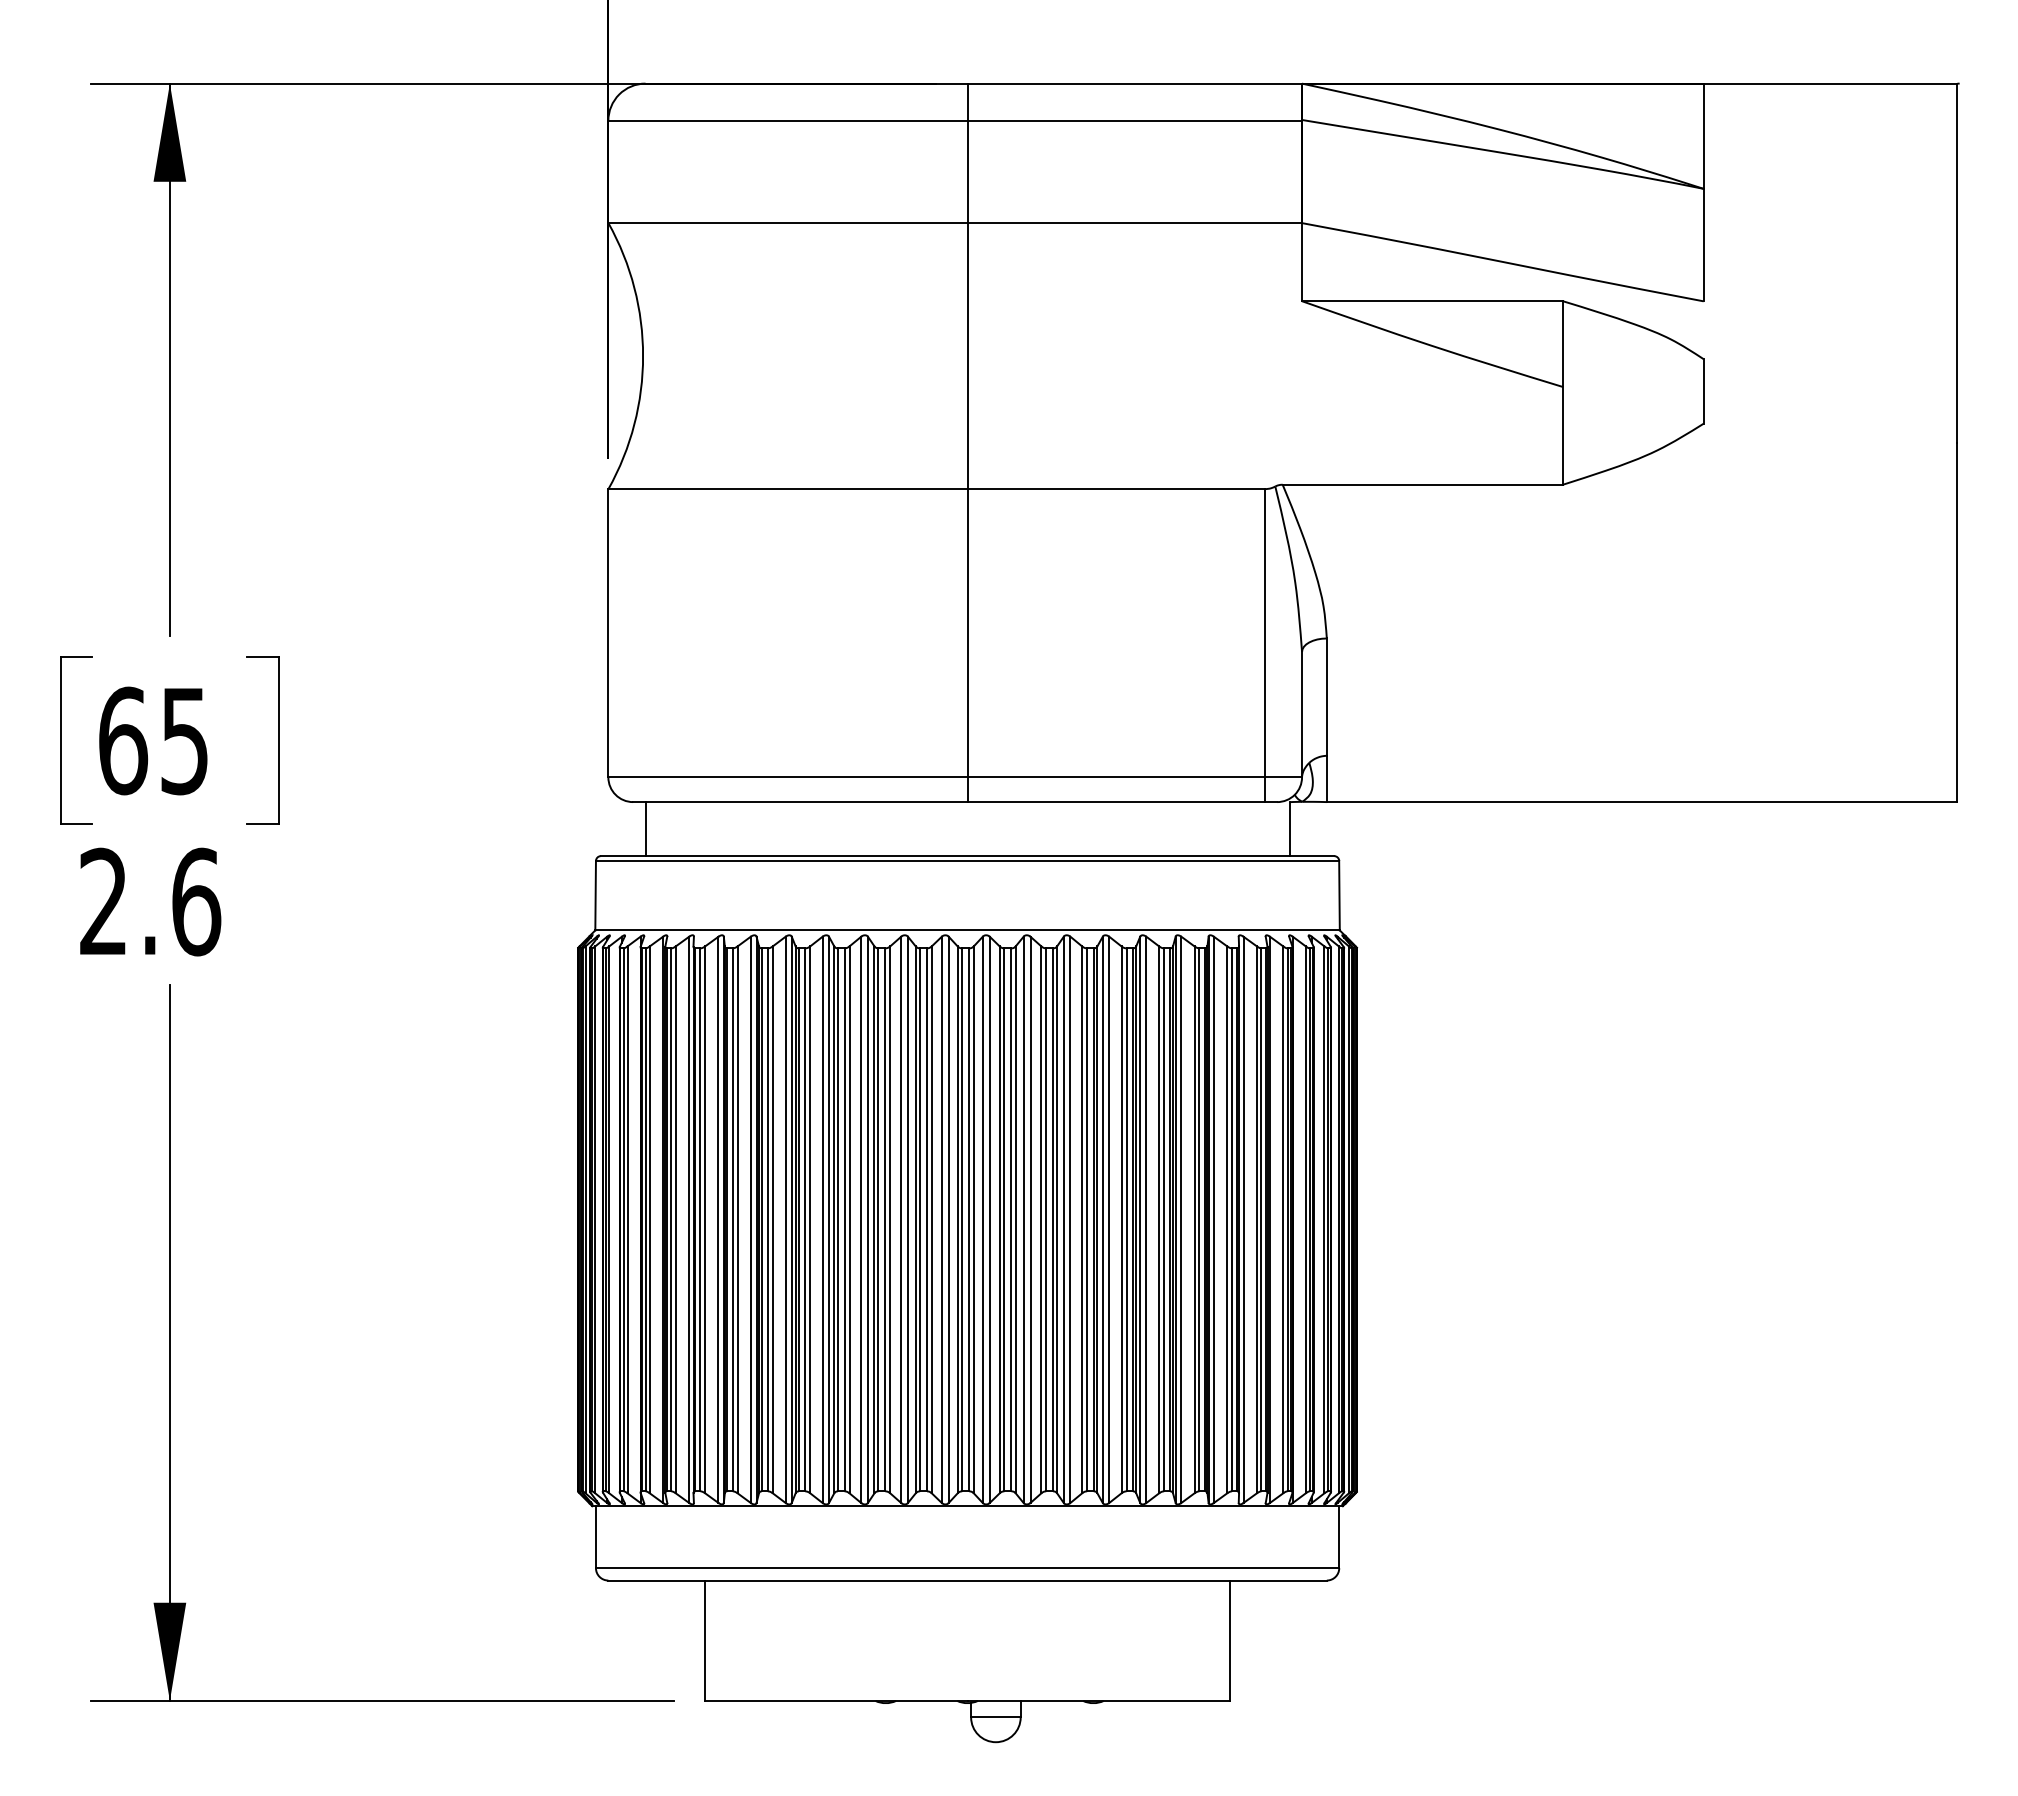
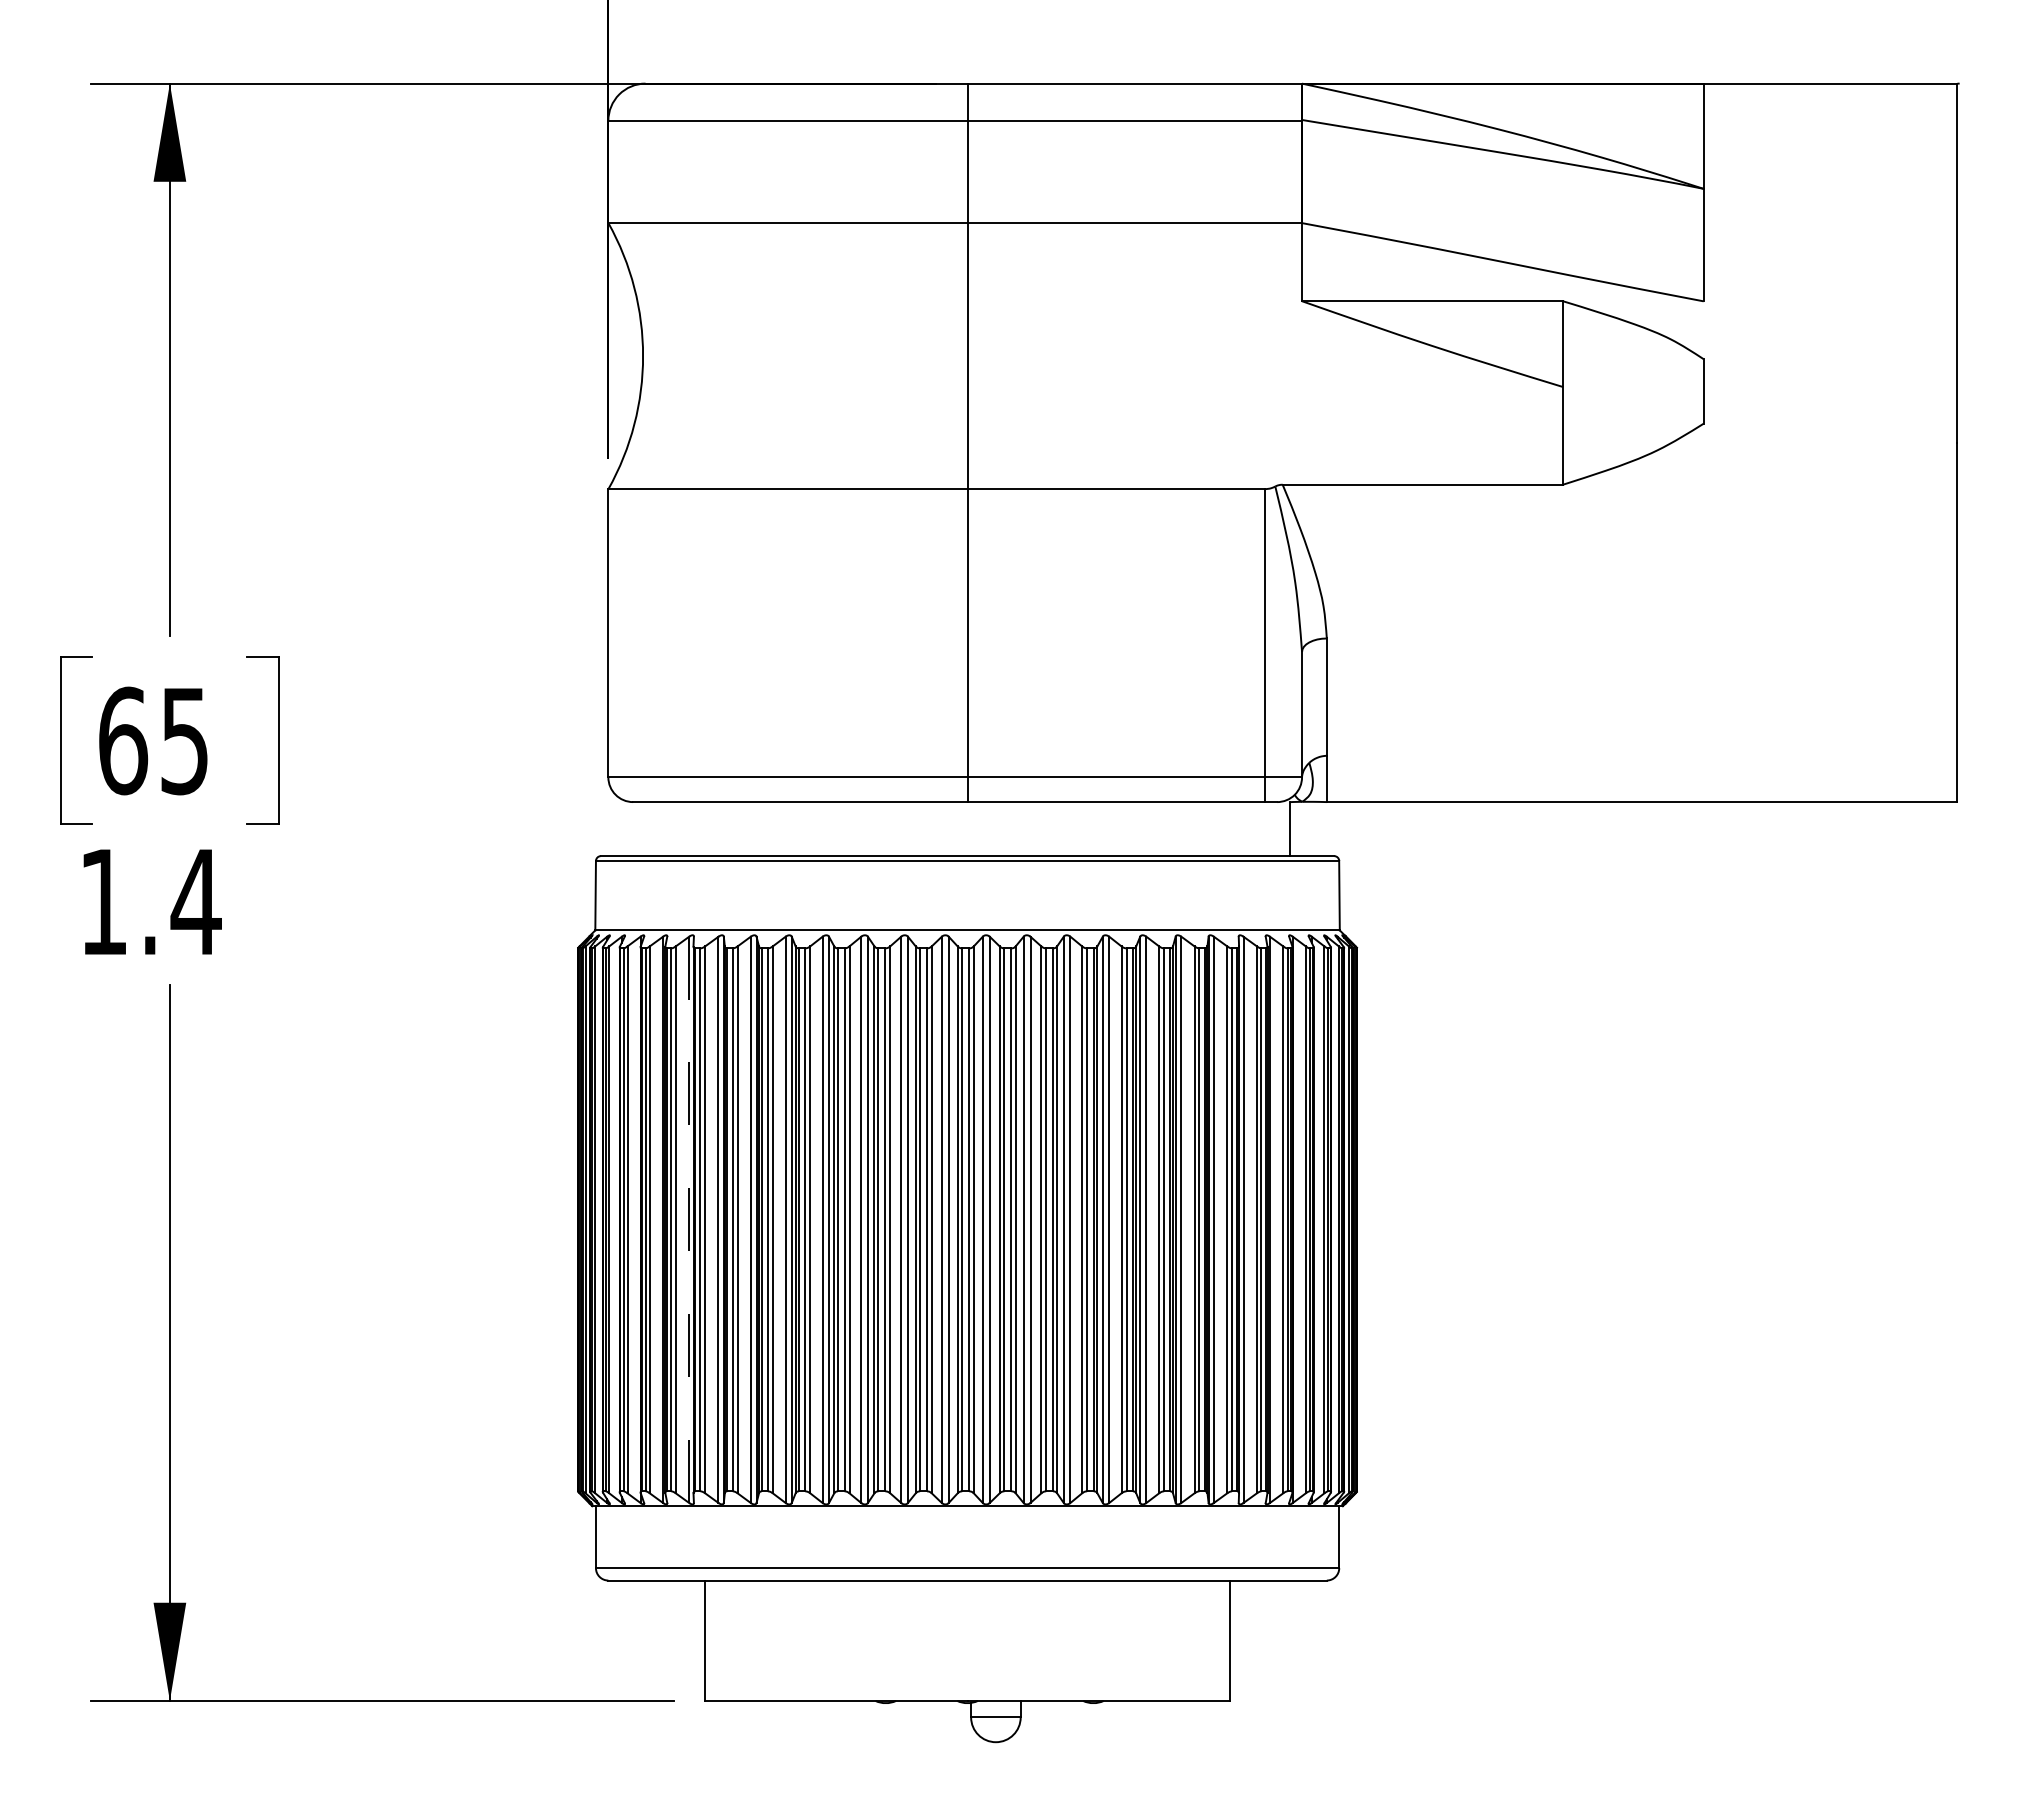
line at (645, 829): present -> none
text at (150, 901): 2.6 -> 1.4
line at (689, 1219): solid -> dashed
